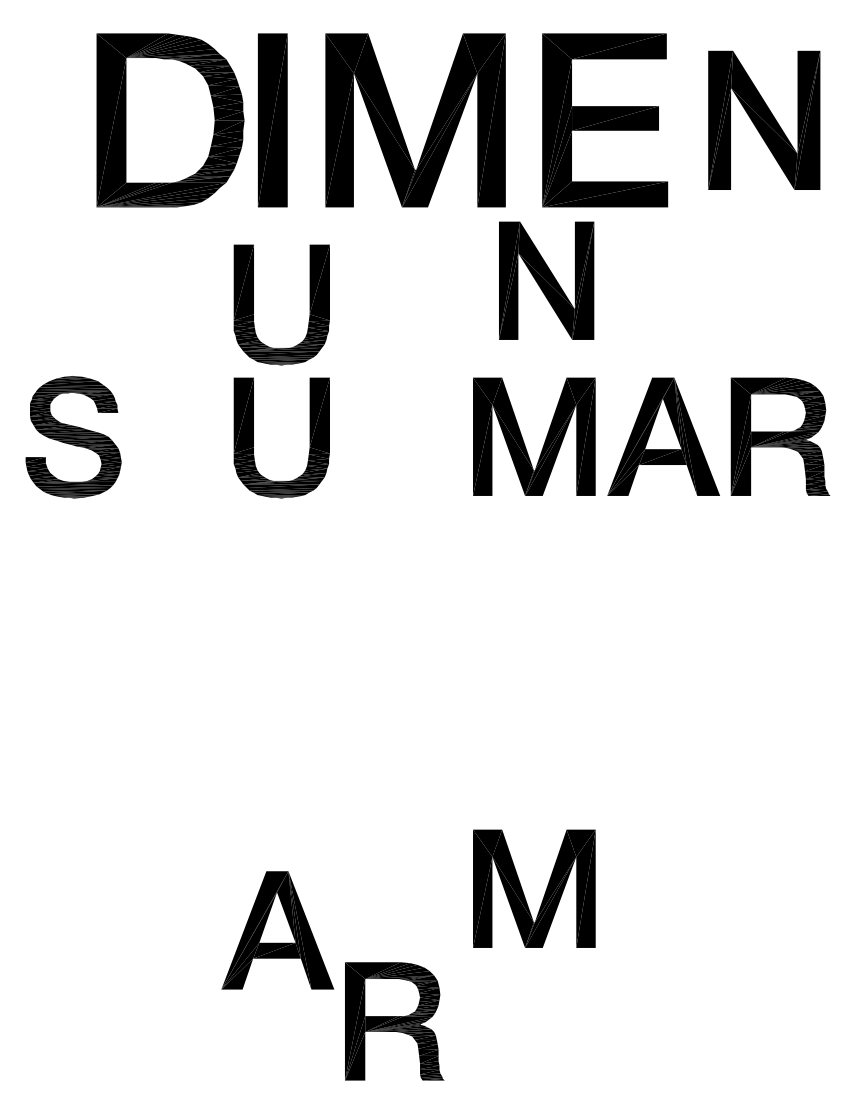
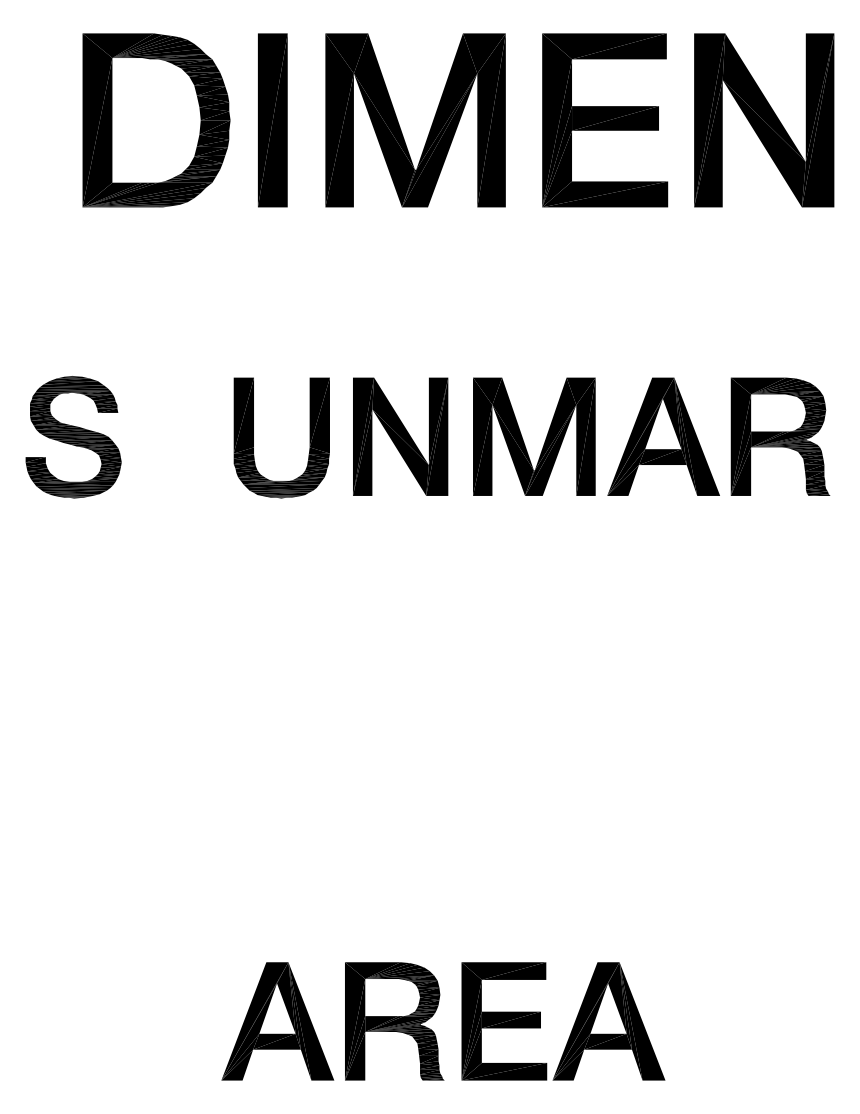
part at (764, 119) size: 113x140 px -> 141x175 px
part at (170, 120) position: (170, 120) -> (156, 120)
part at (546, 280) position: (546, 280) -> (400, 436)
part at (253, 304): present -> none
part at (545, 890): present -> none
part at (277, 930) position: (277, 930) -> (277, 1021)
part at (573, 1024): none -> present
